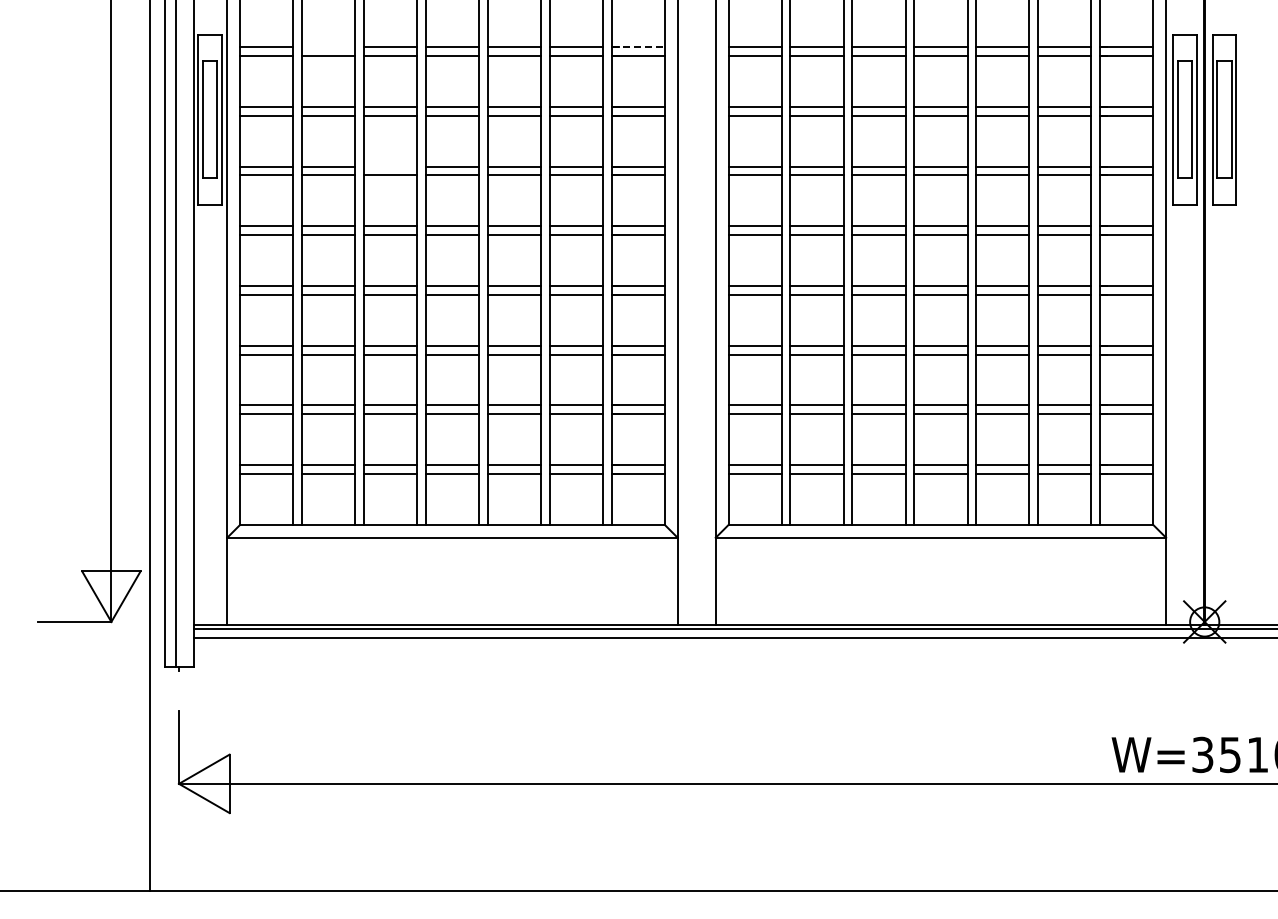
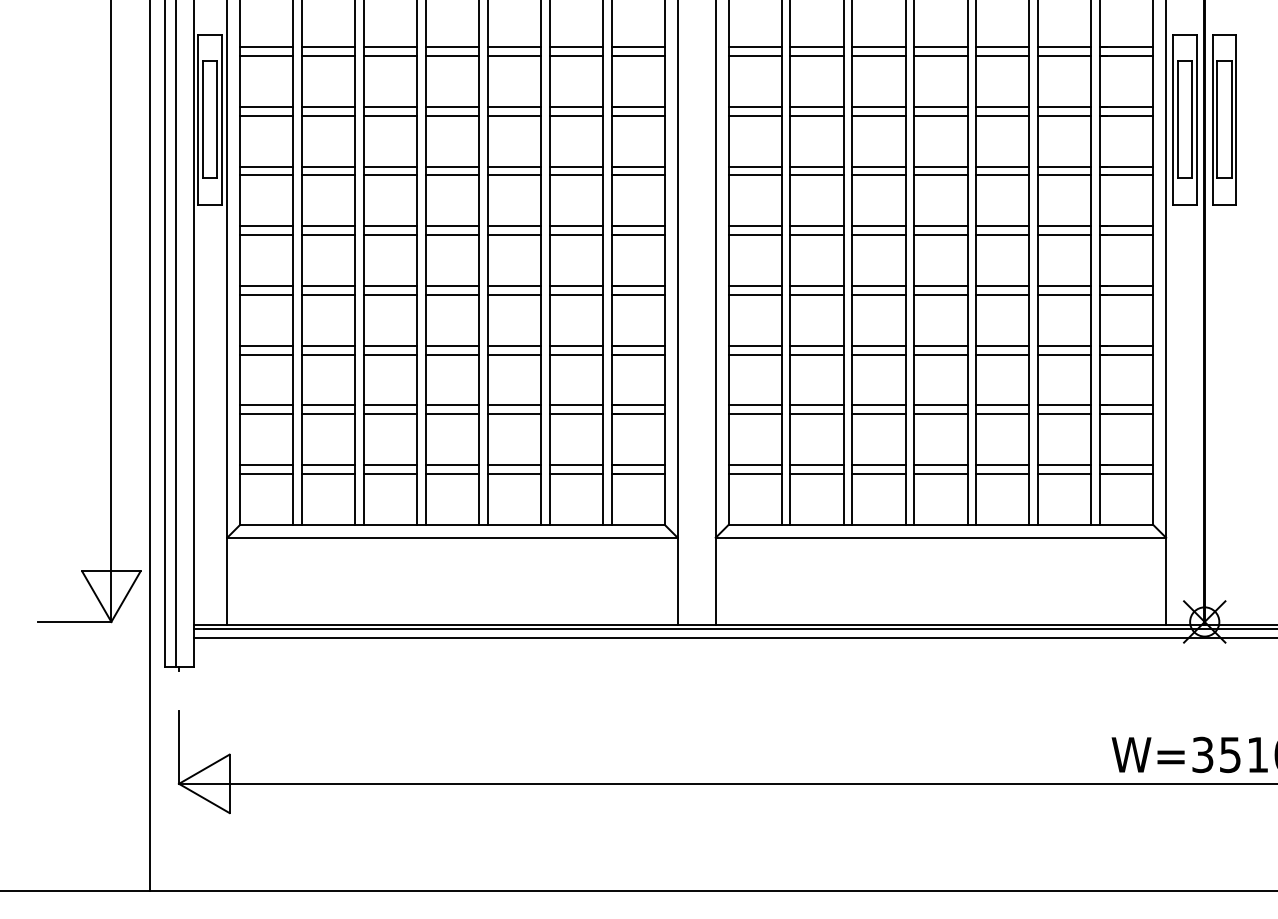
line at (328, 47): none -> present
line at (638, 47): dashed -> solid
line at (390, 166): none -> present
